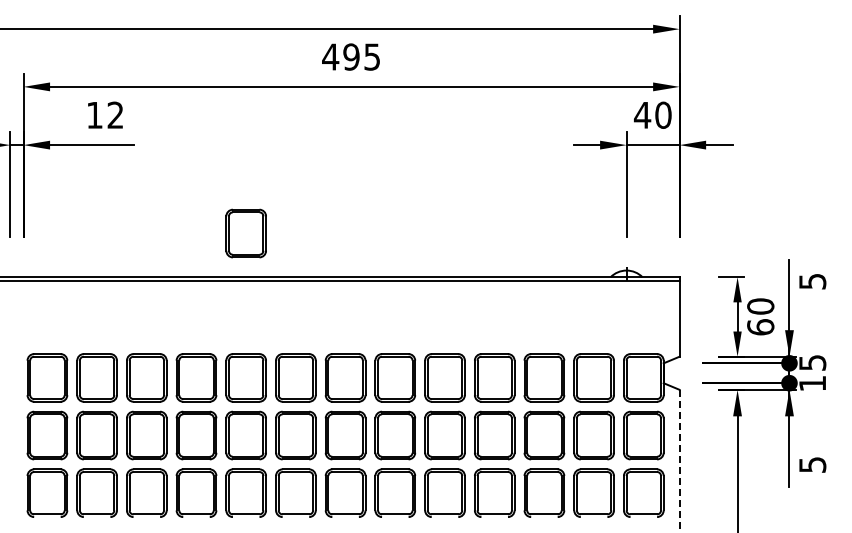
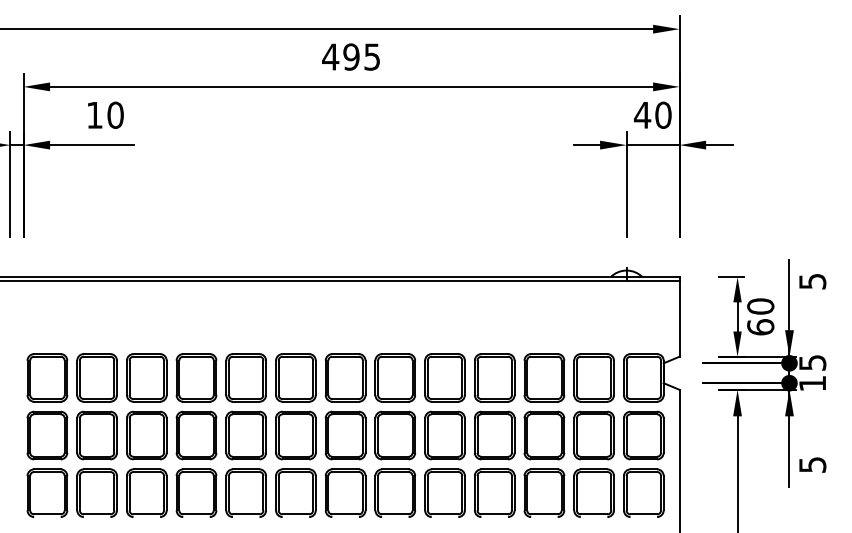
text at (115, 114): 12 -> 10
part at (245, 233): present -> none
line at (679, 461): dashed -> solid
